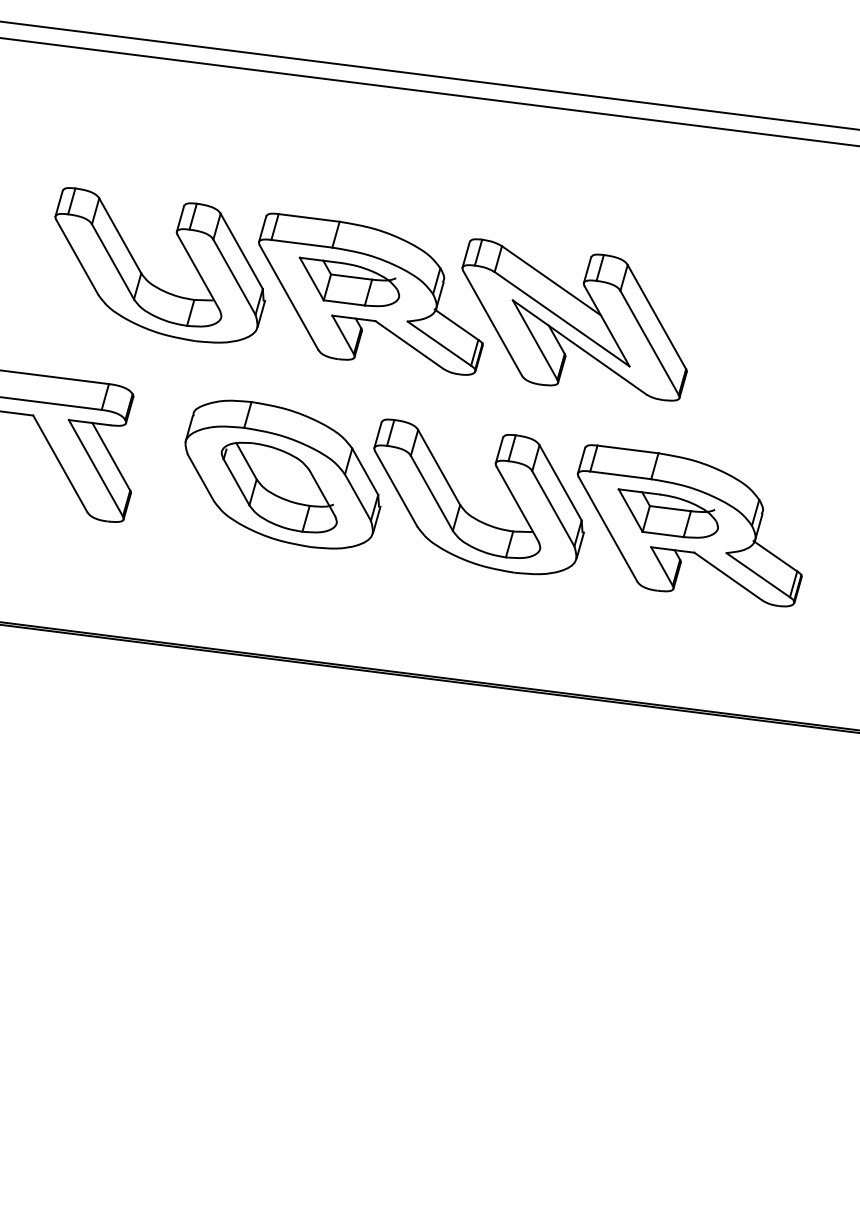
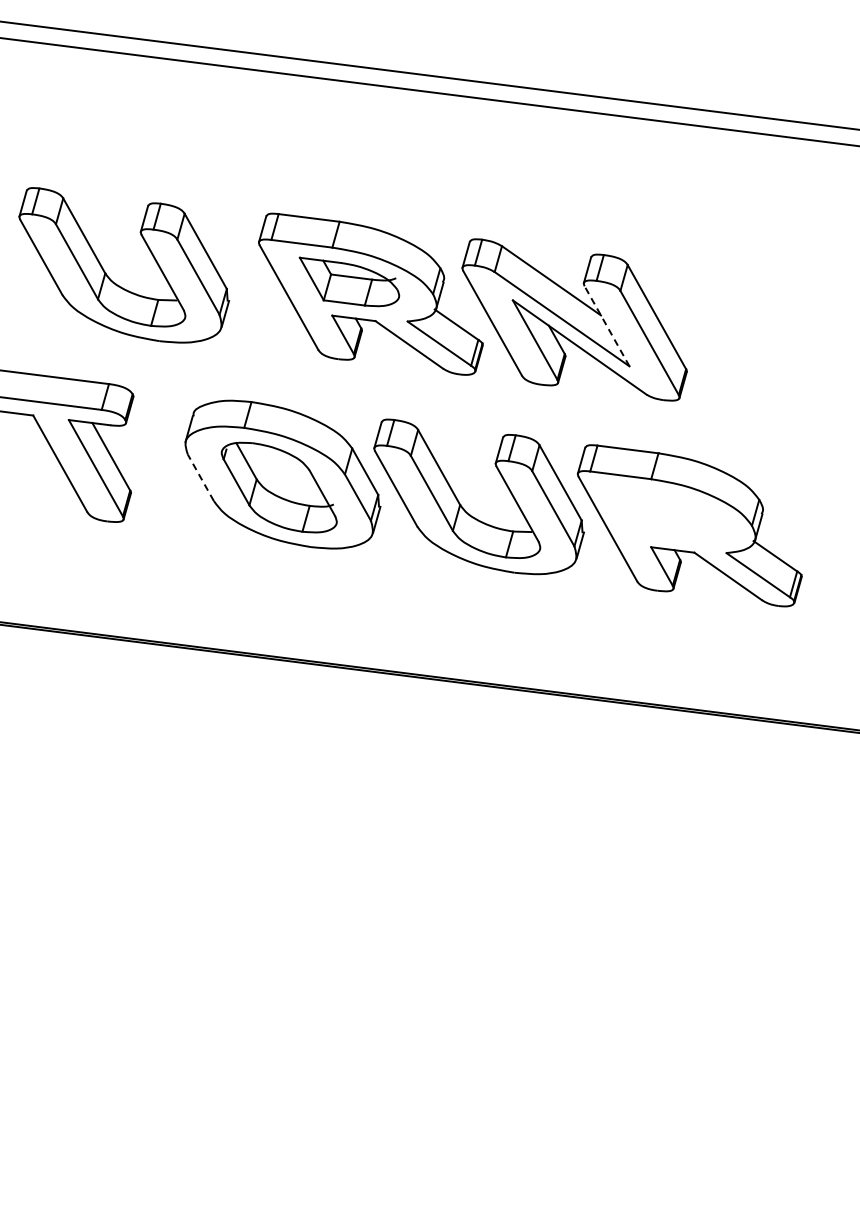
part at (146, 278) position: (146, 278) -> (110, 278)
line at (607, 326): solid -> dashed
line at (200, 477): solid -> dashed
part at (667, 513): present -> none
